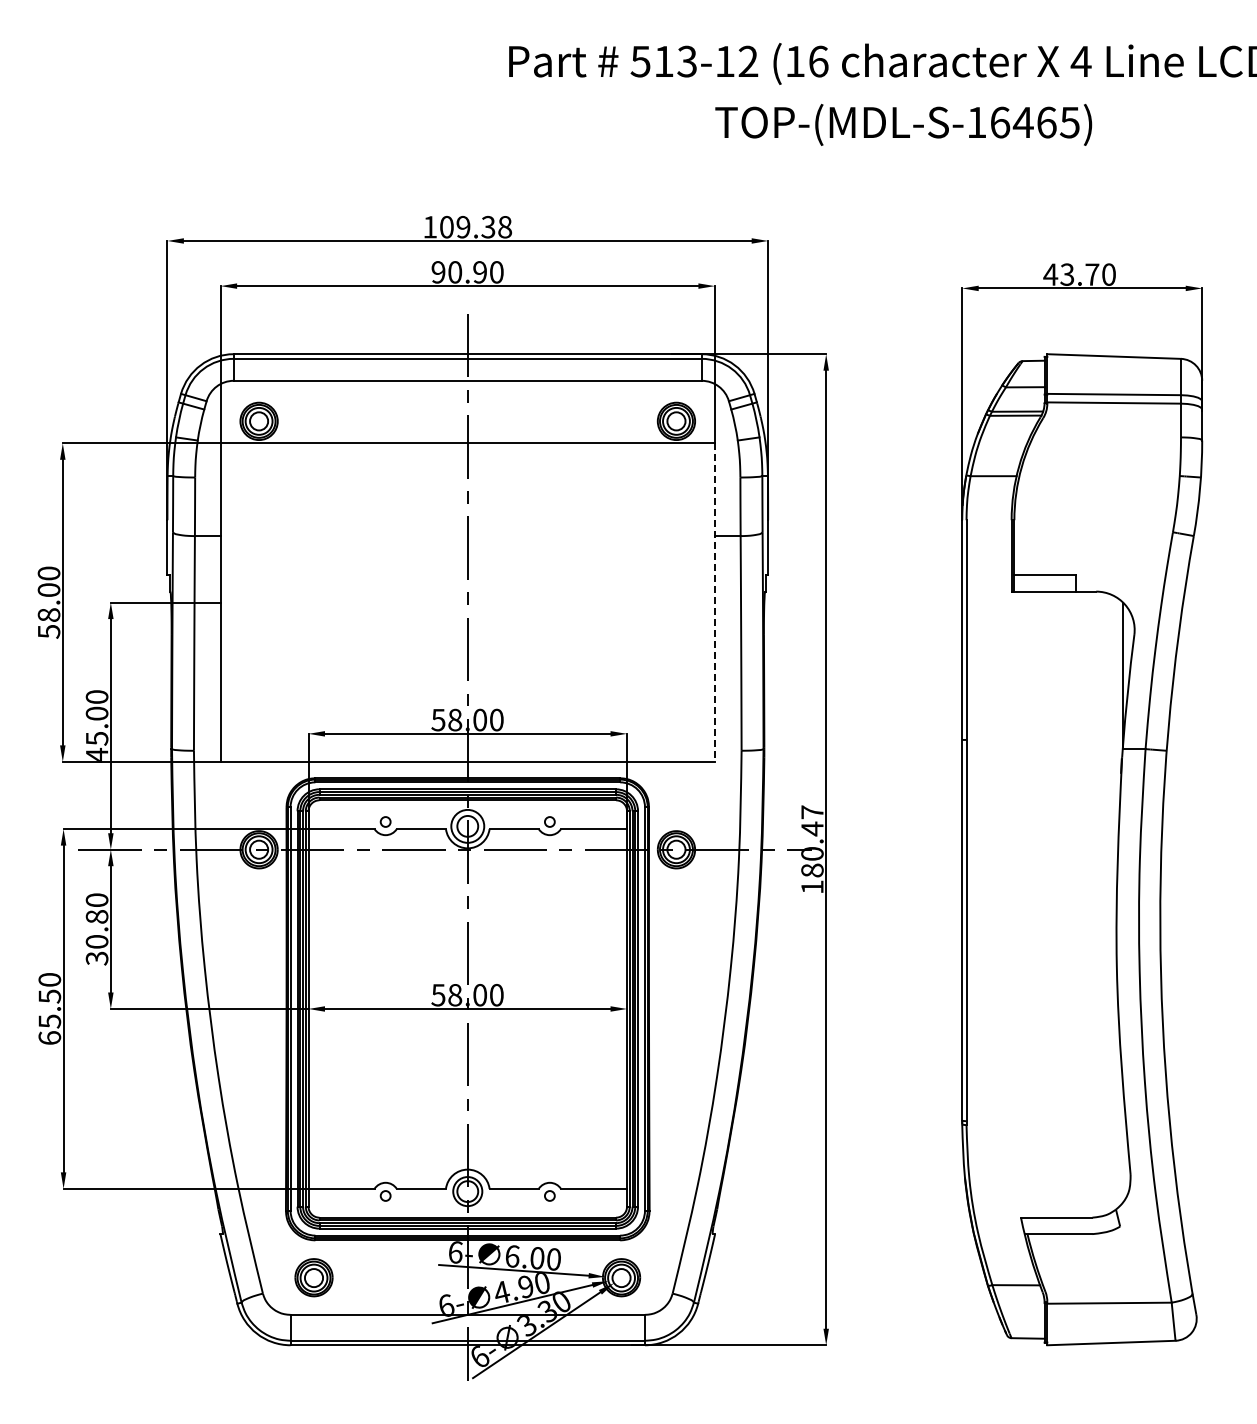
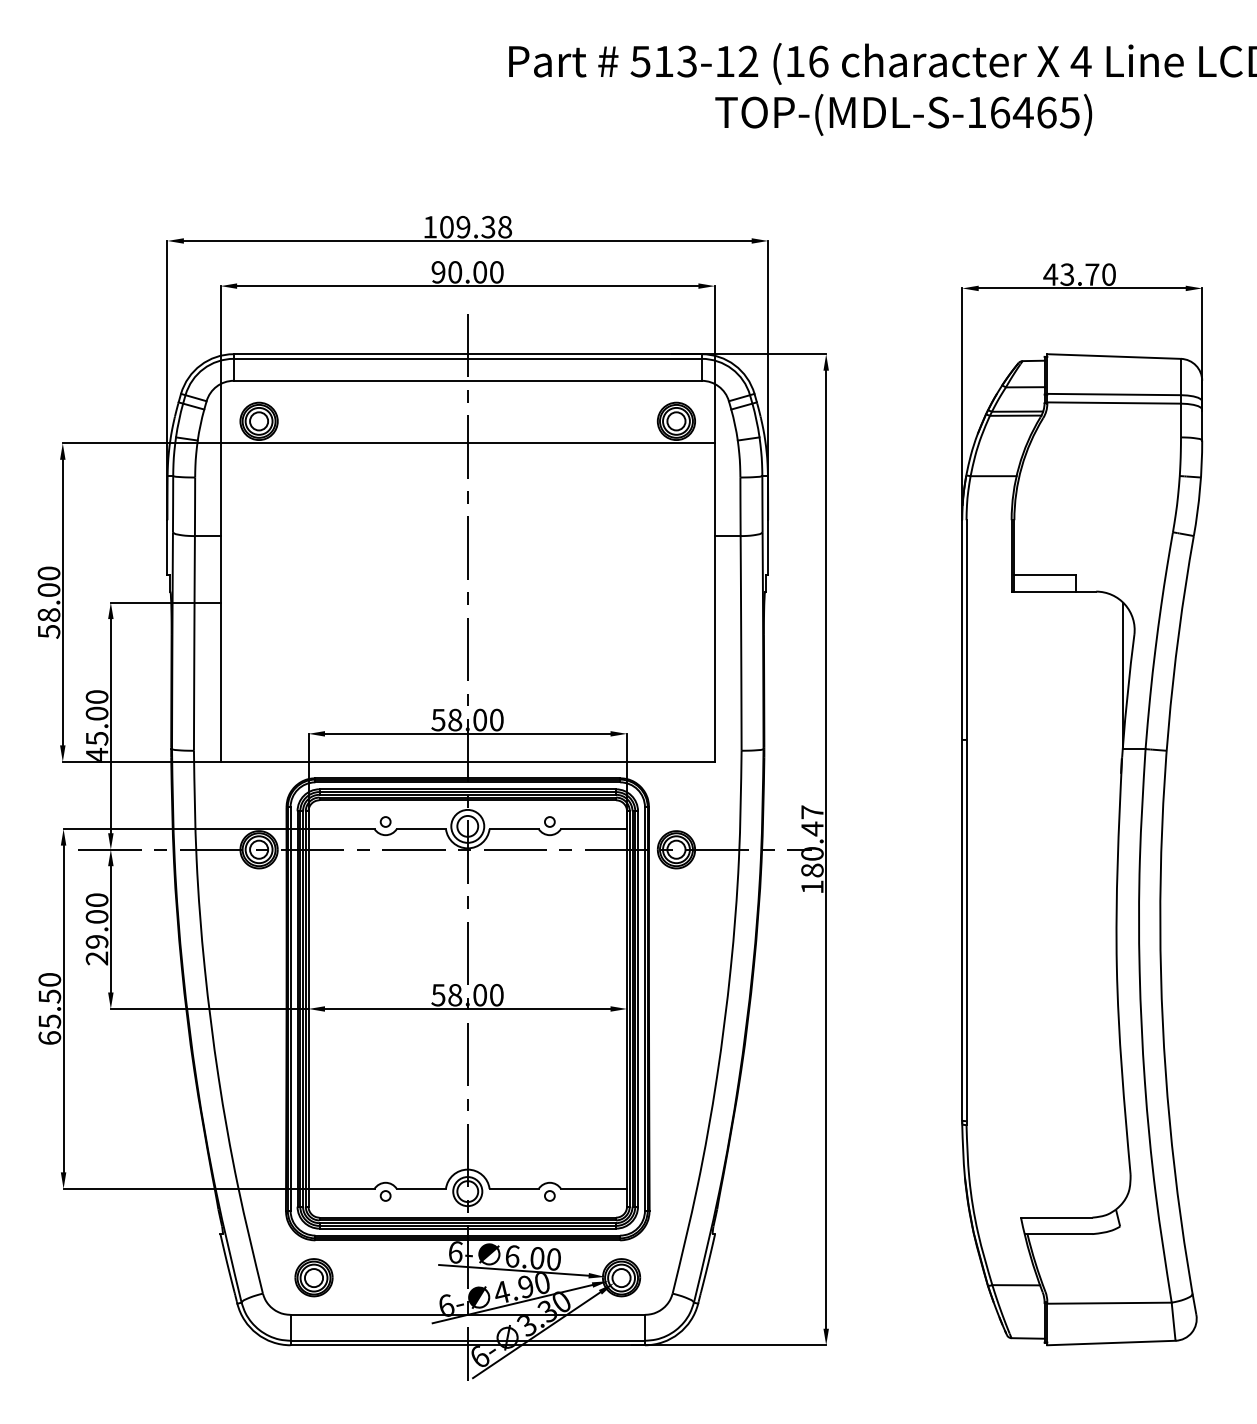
text at (903, 124) position: (903, 124) -> (903, 114)
text at (479, 272): 90.90 -> 90.00
line at (714, 603): dashed -> solid
text at (96, 937): 30.80 -> 29.00
